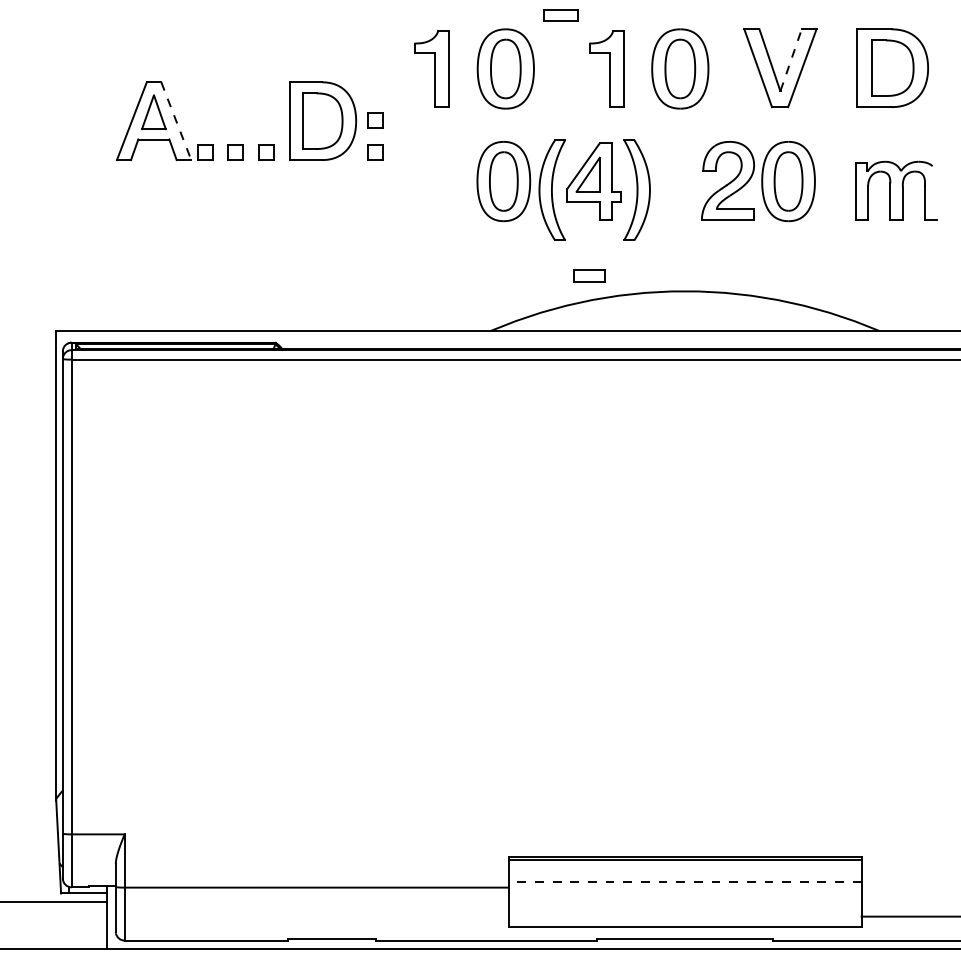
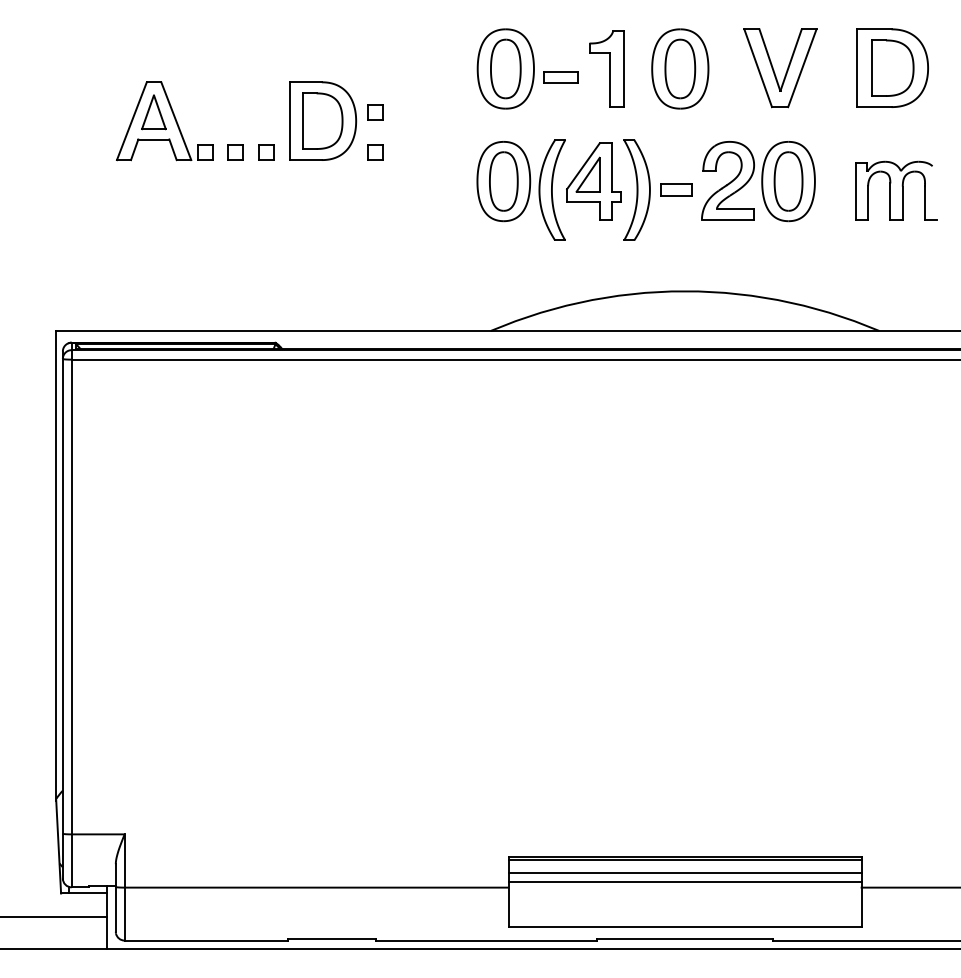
part at (560, 15) position: (560, 15) -> (560, 77)
line at (791, 60): dashed -> solid
part at (431, 68): present -> none
part at (375, 120) position: (375, 120) -> (375, 112)
line at (176, 121): dashed -> solid
part at (589, 275) position: (589, 275) -> (676, 189)
line at (684, 873): none -> present
line at (685, 882): dashed -> solid
line at (54, 902) position: (54, 902) -> (54, 917)
line at (909, 916) position: (909, 916) -> (909, 887)
